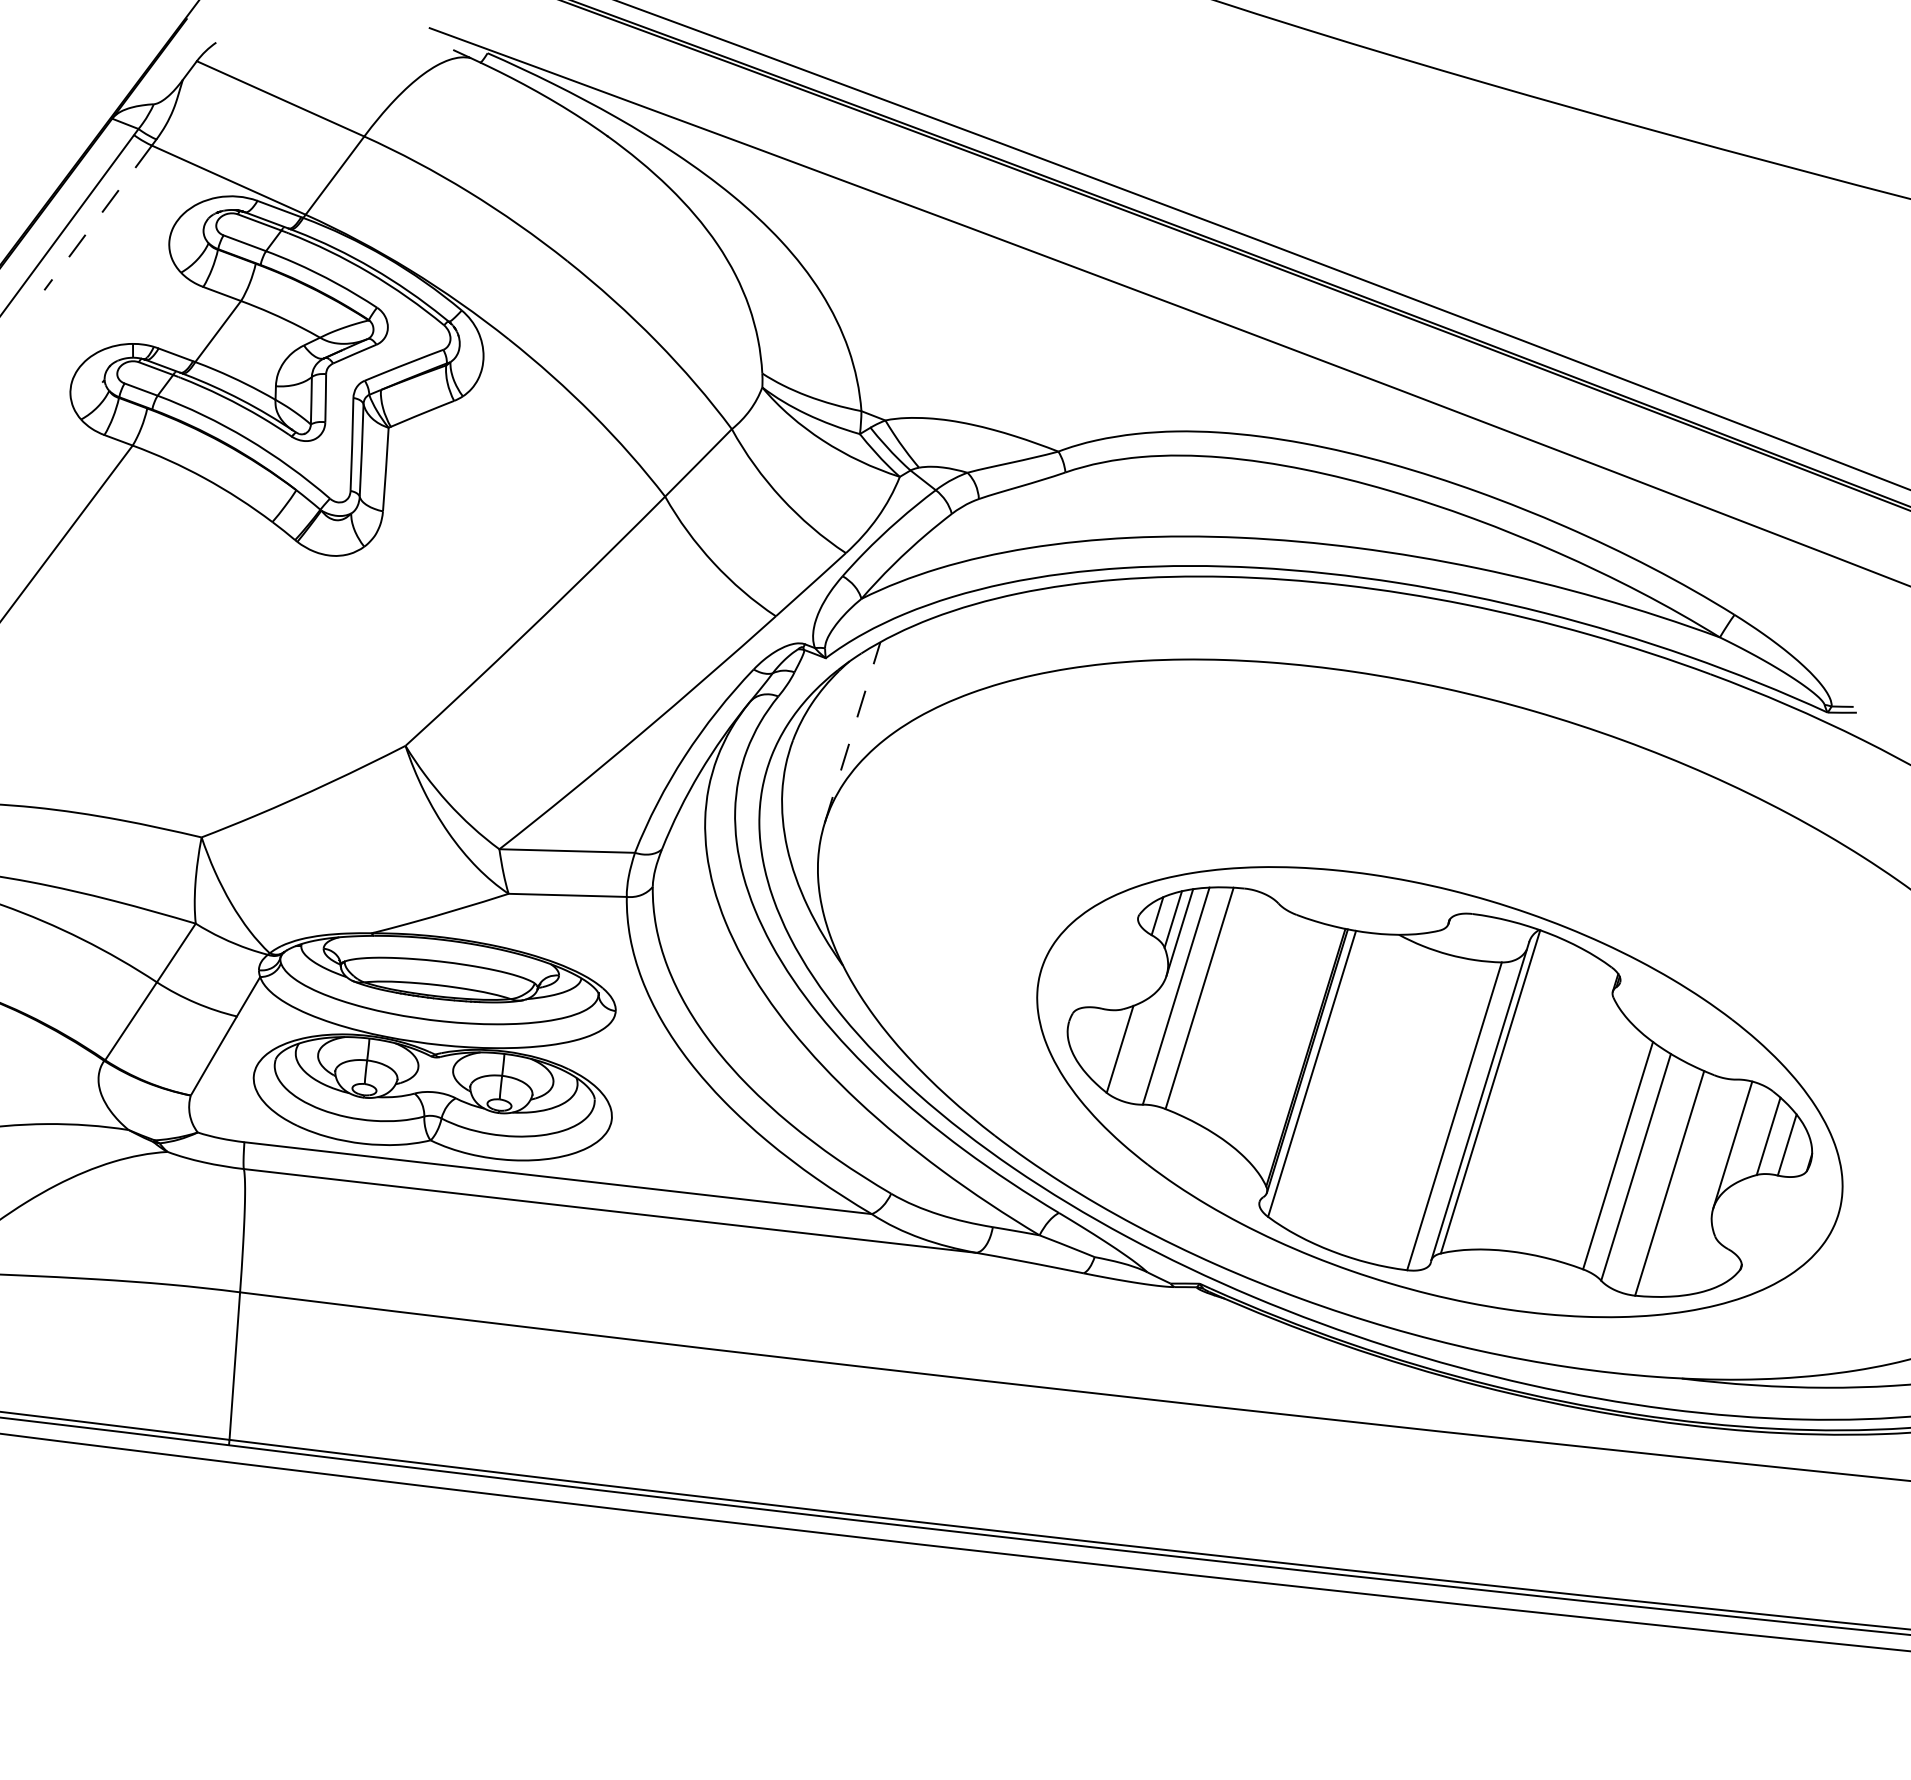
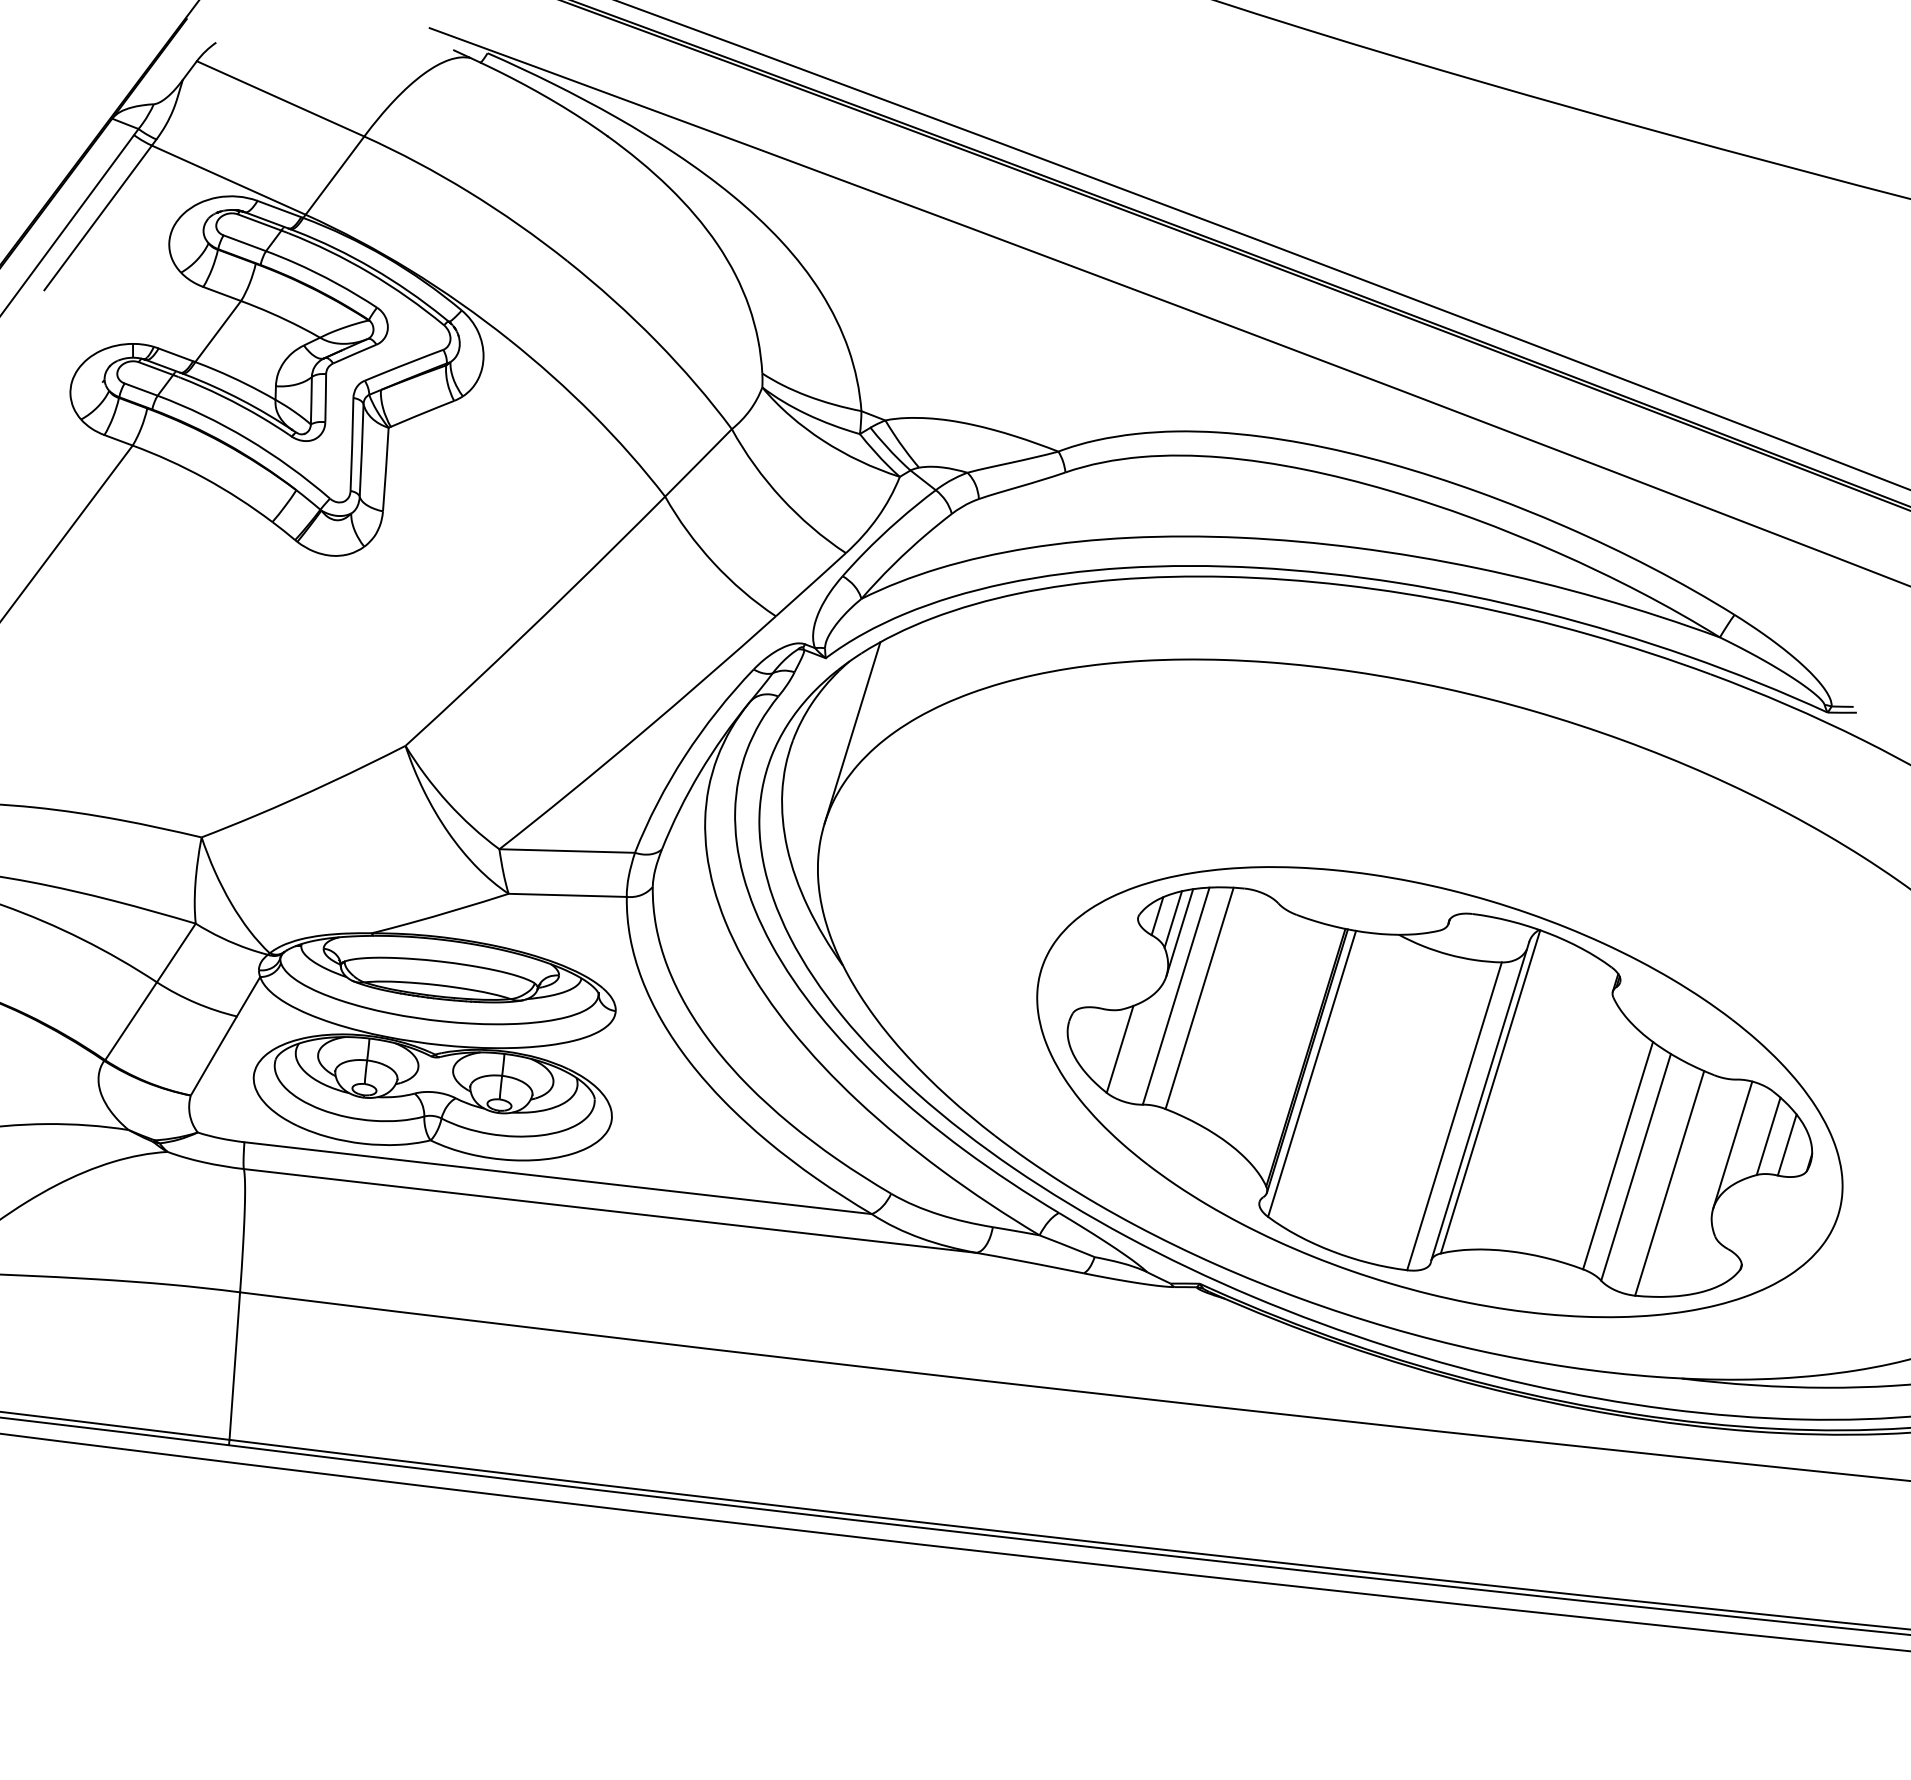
line at (97, 218): dashed -> solid
line at (852, 732): dashed -> solid
